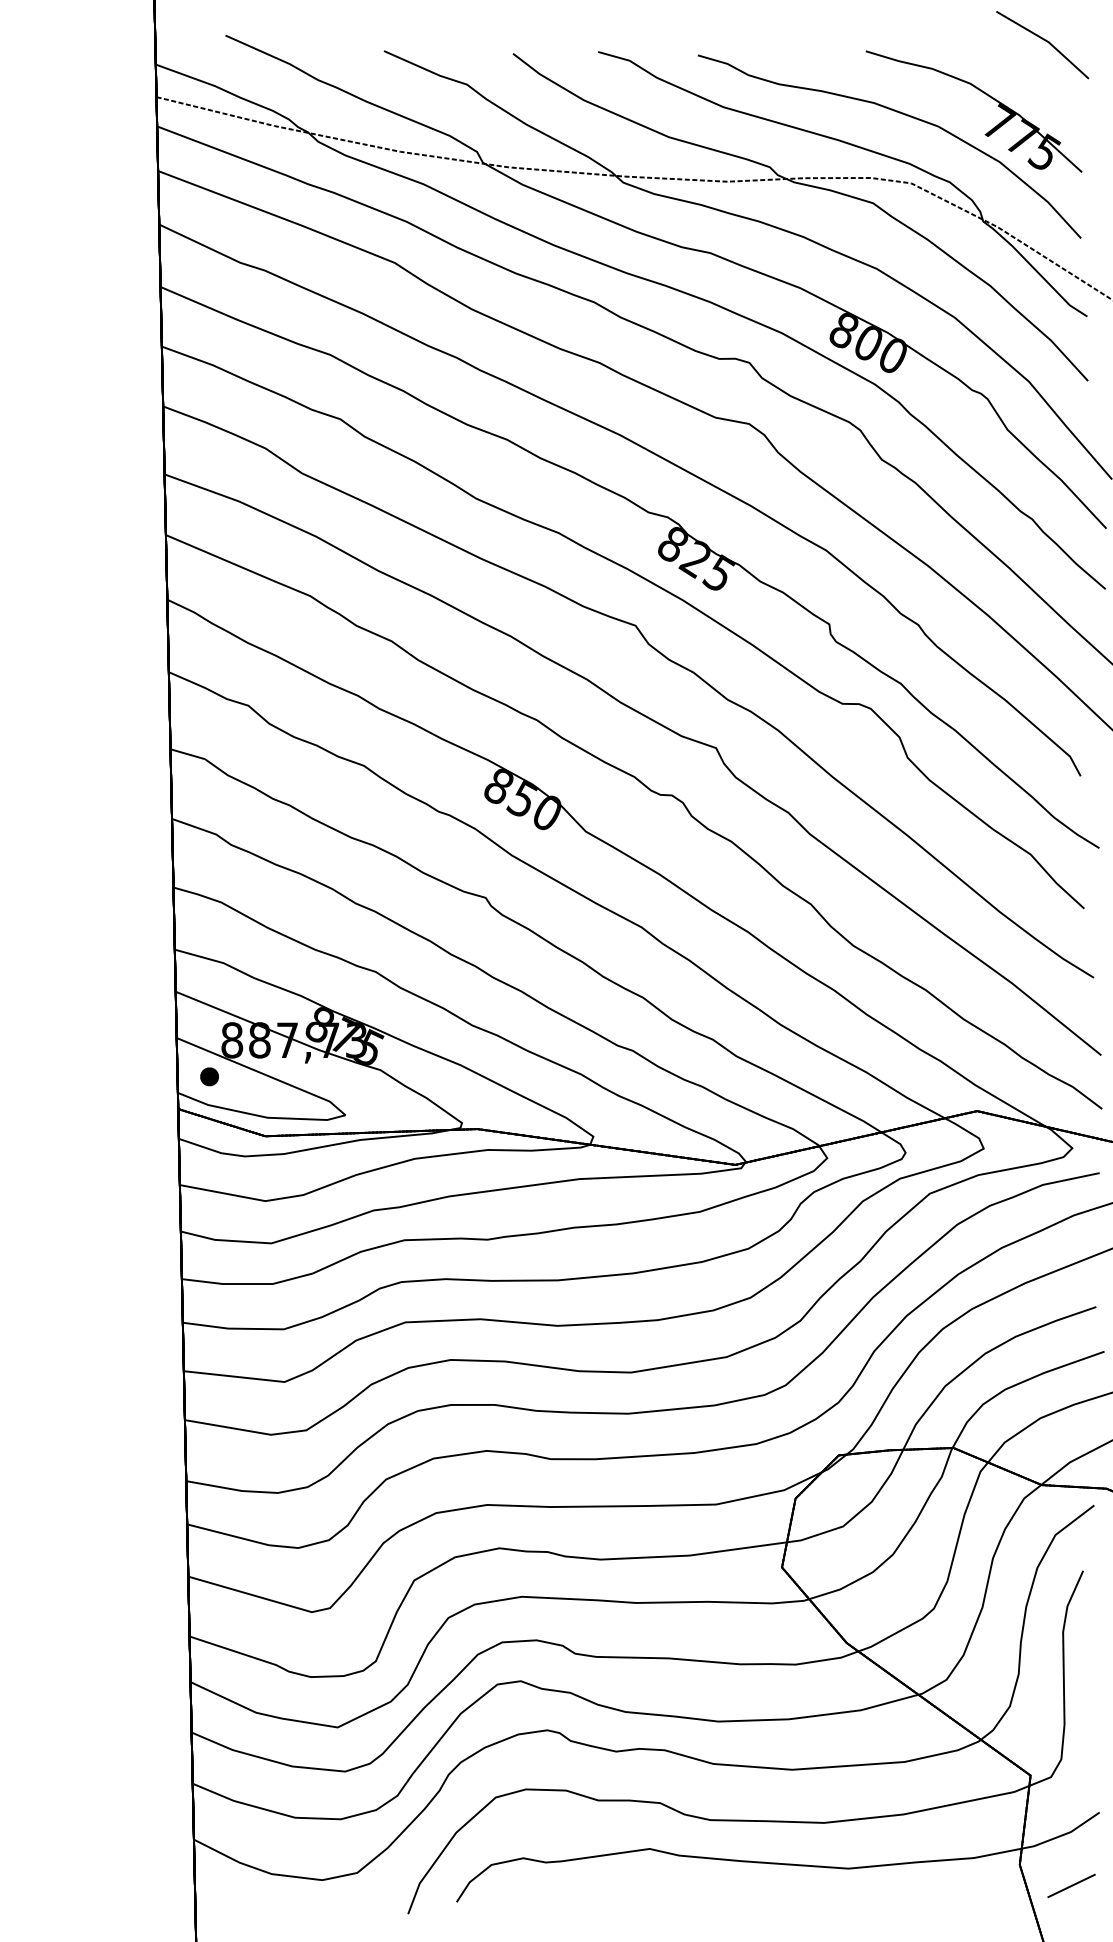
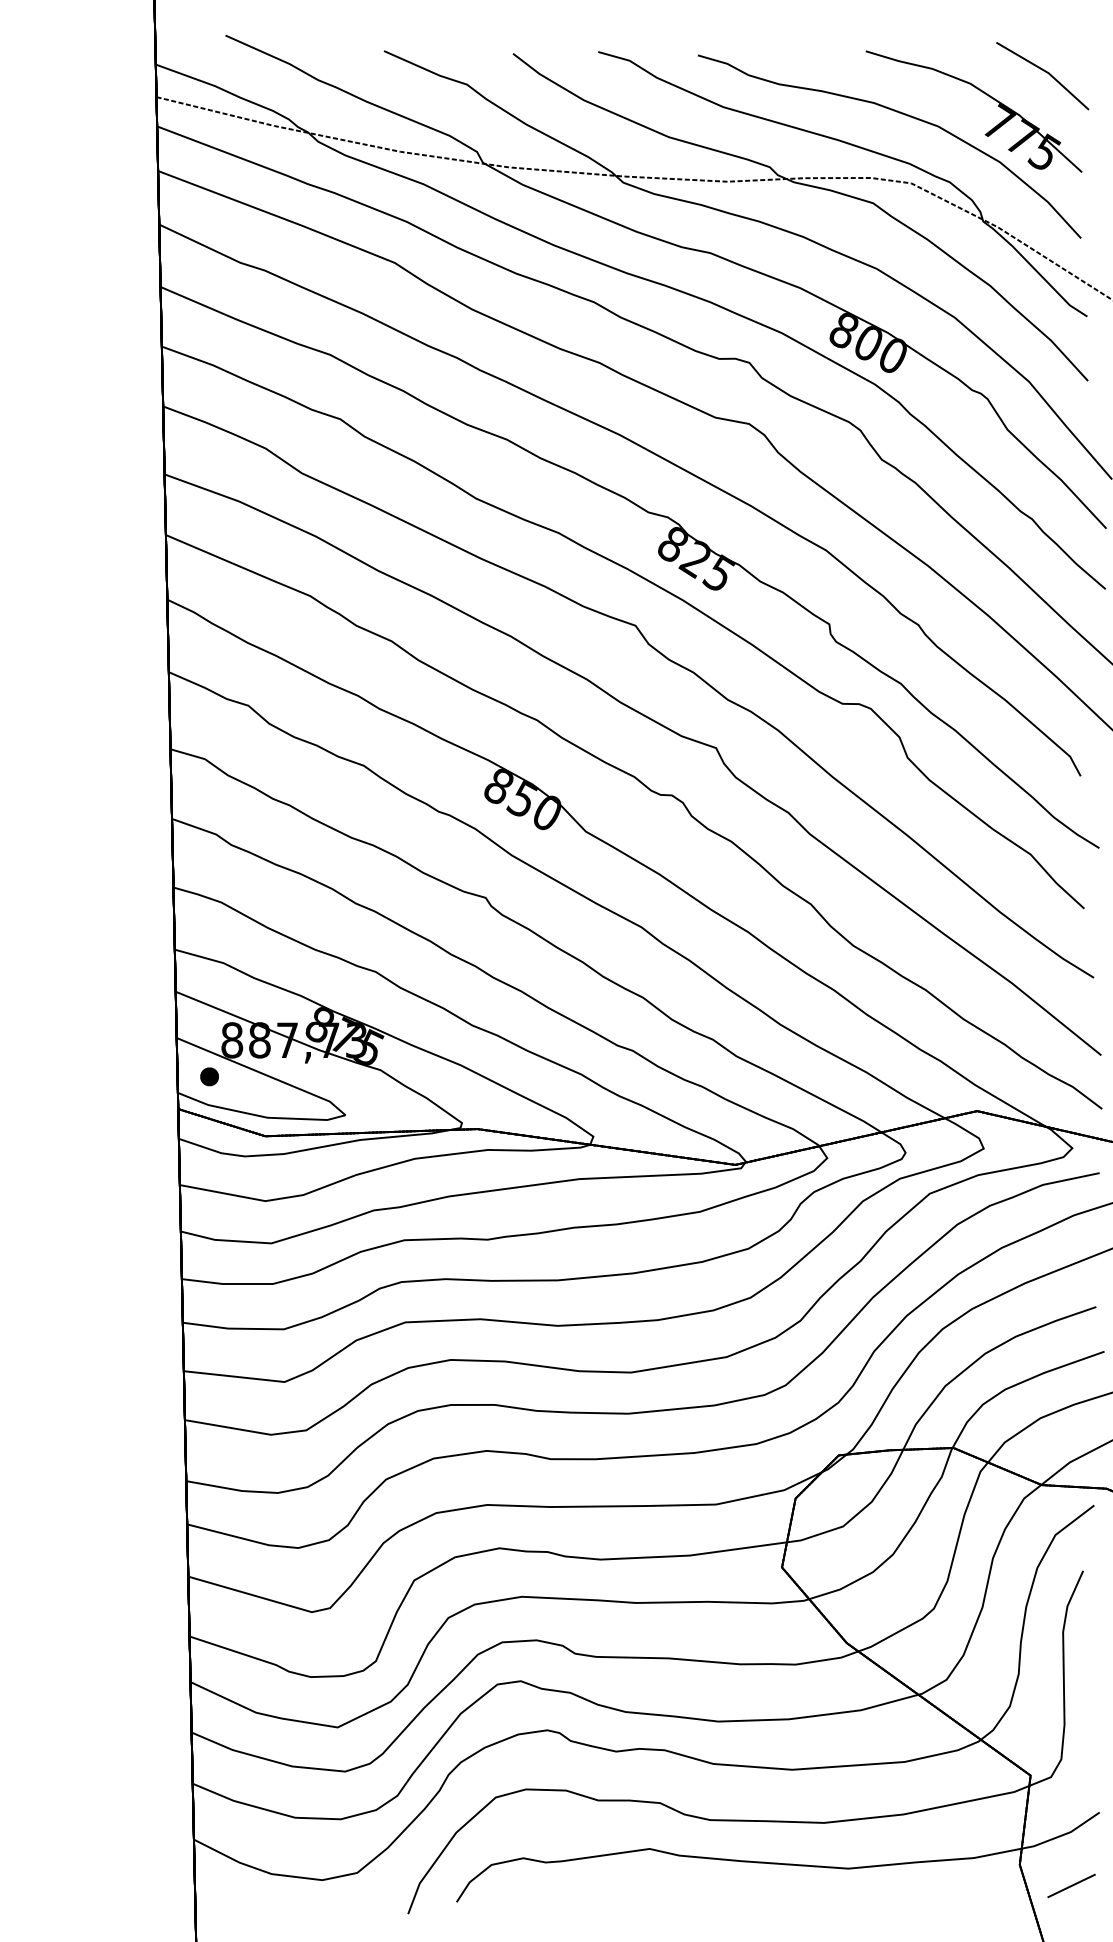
part at (1042, 45) position: (1042, 45) -> (1042, 76)
